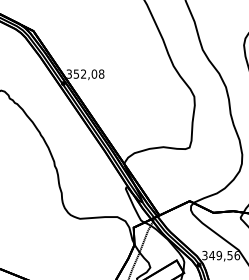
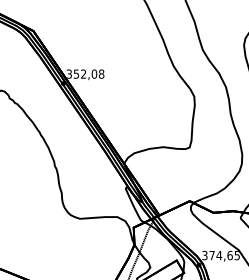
text at (224, 255): 349,56 -> 374,65
